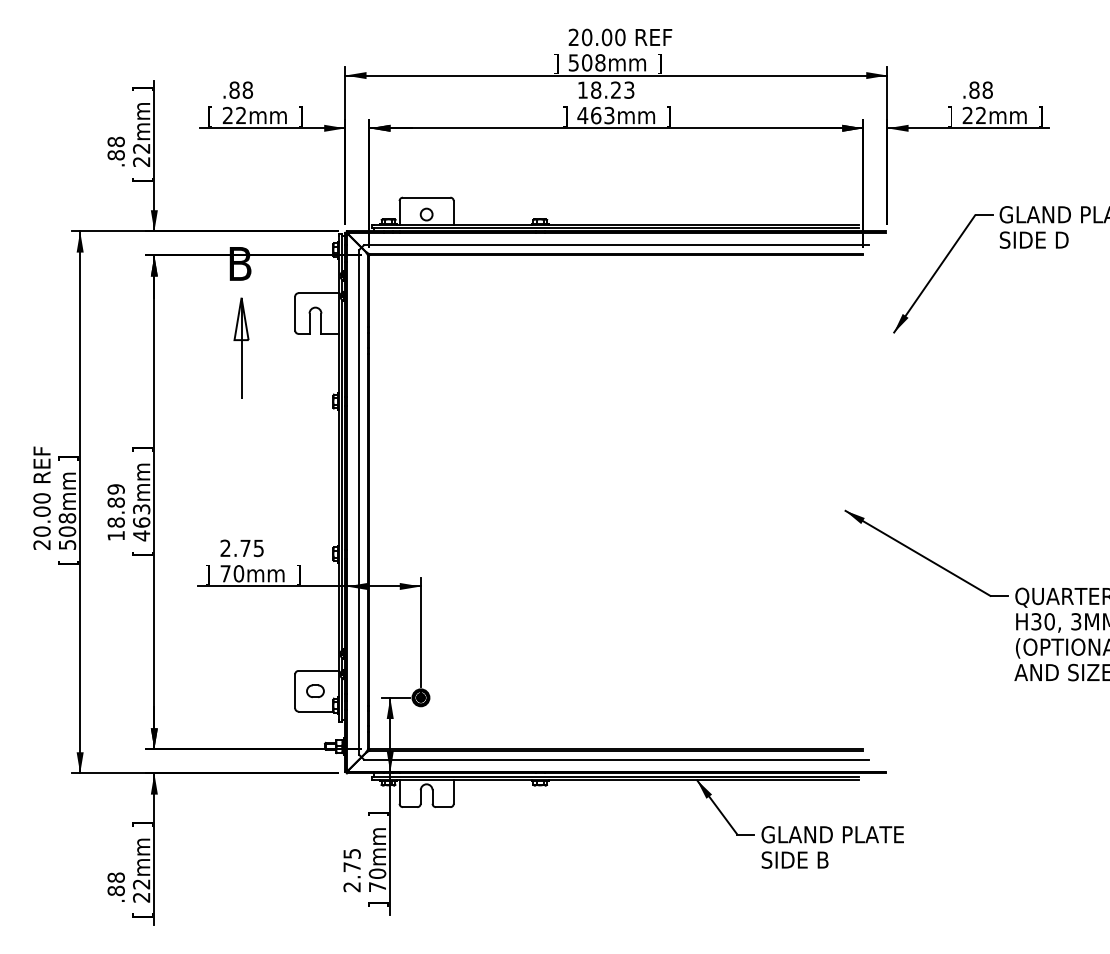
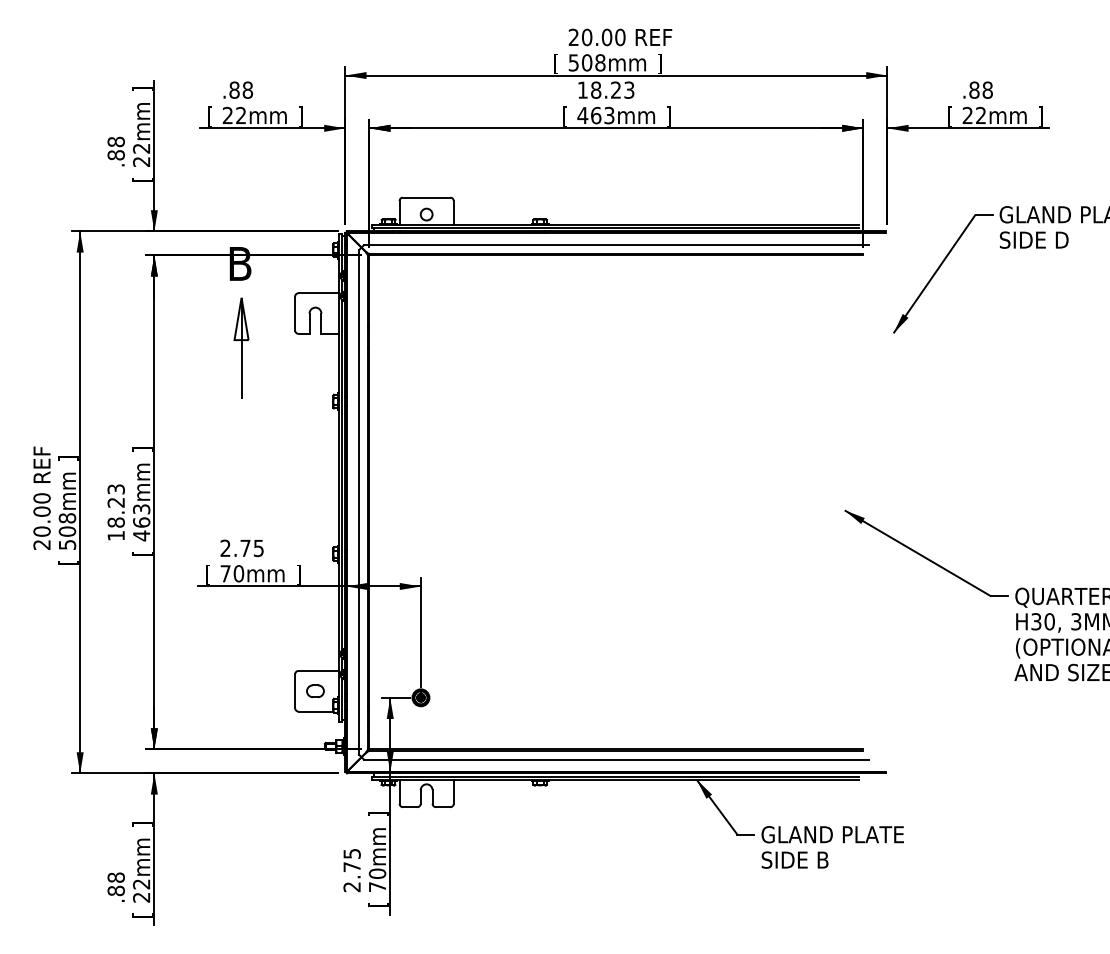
text at (556, 63): ] -> [
text at (565, 116): ] -> [
text at (949, 116): ] -> [
text at (115, 495): 18.89 -> 18.23
text at (207, 574): ] -> [
text at (378, 904): ] -> [
